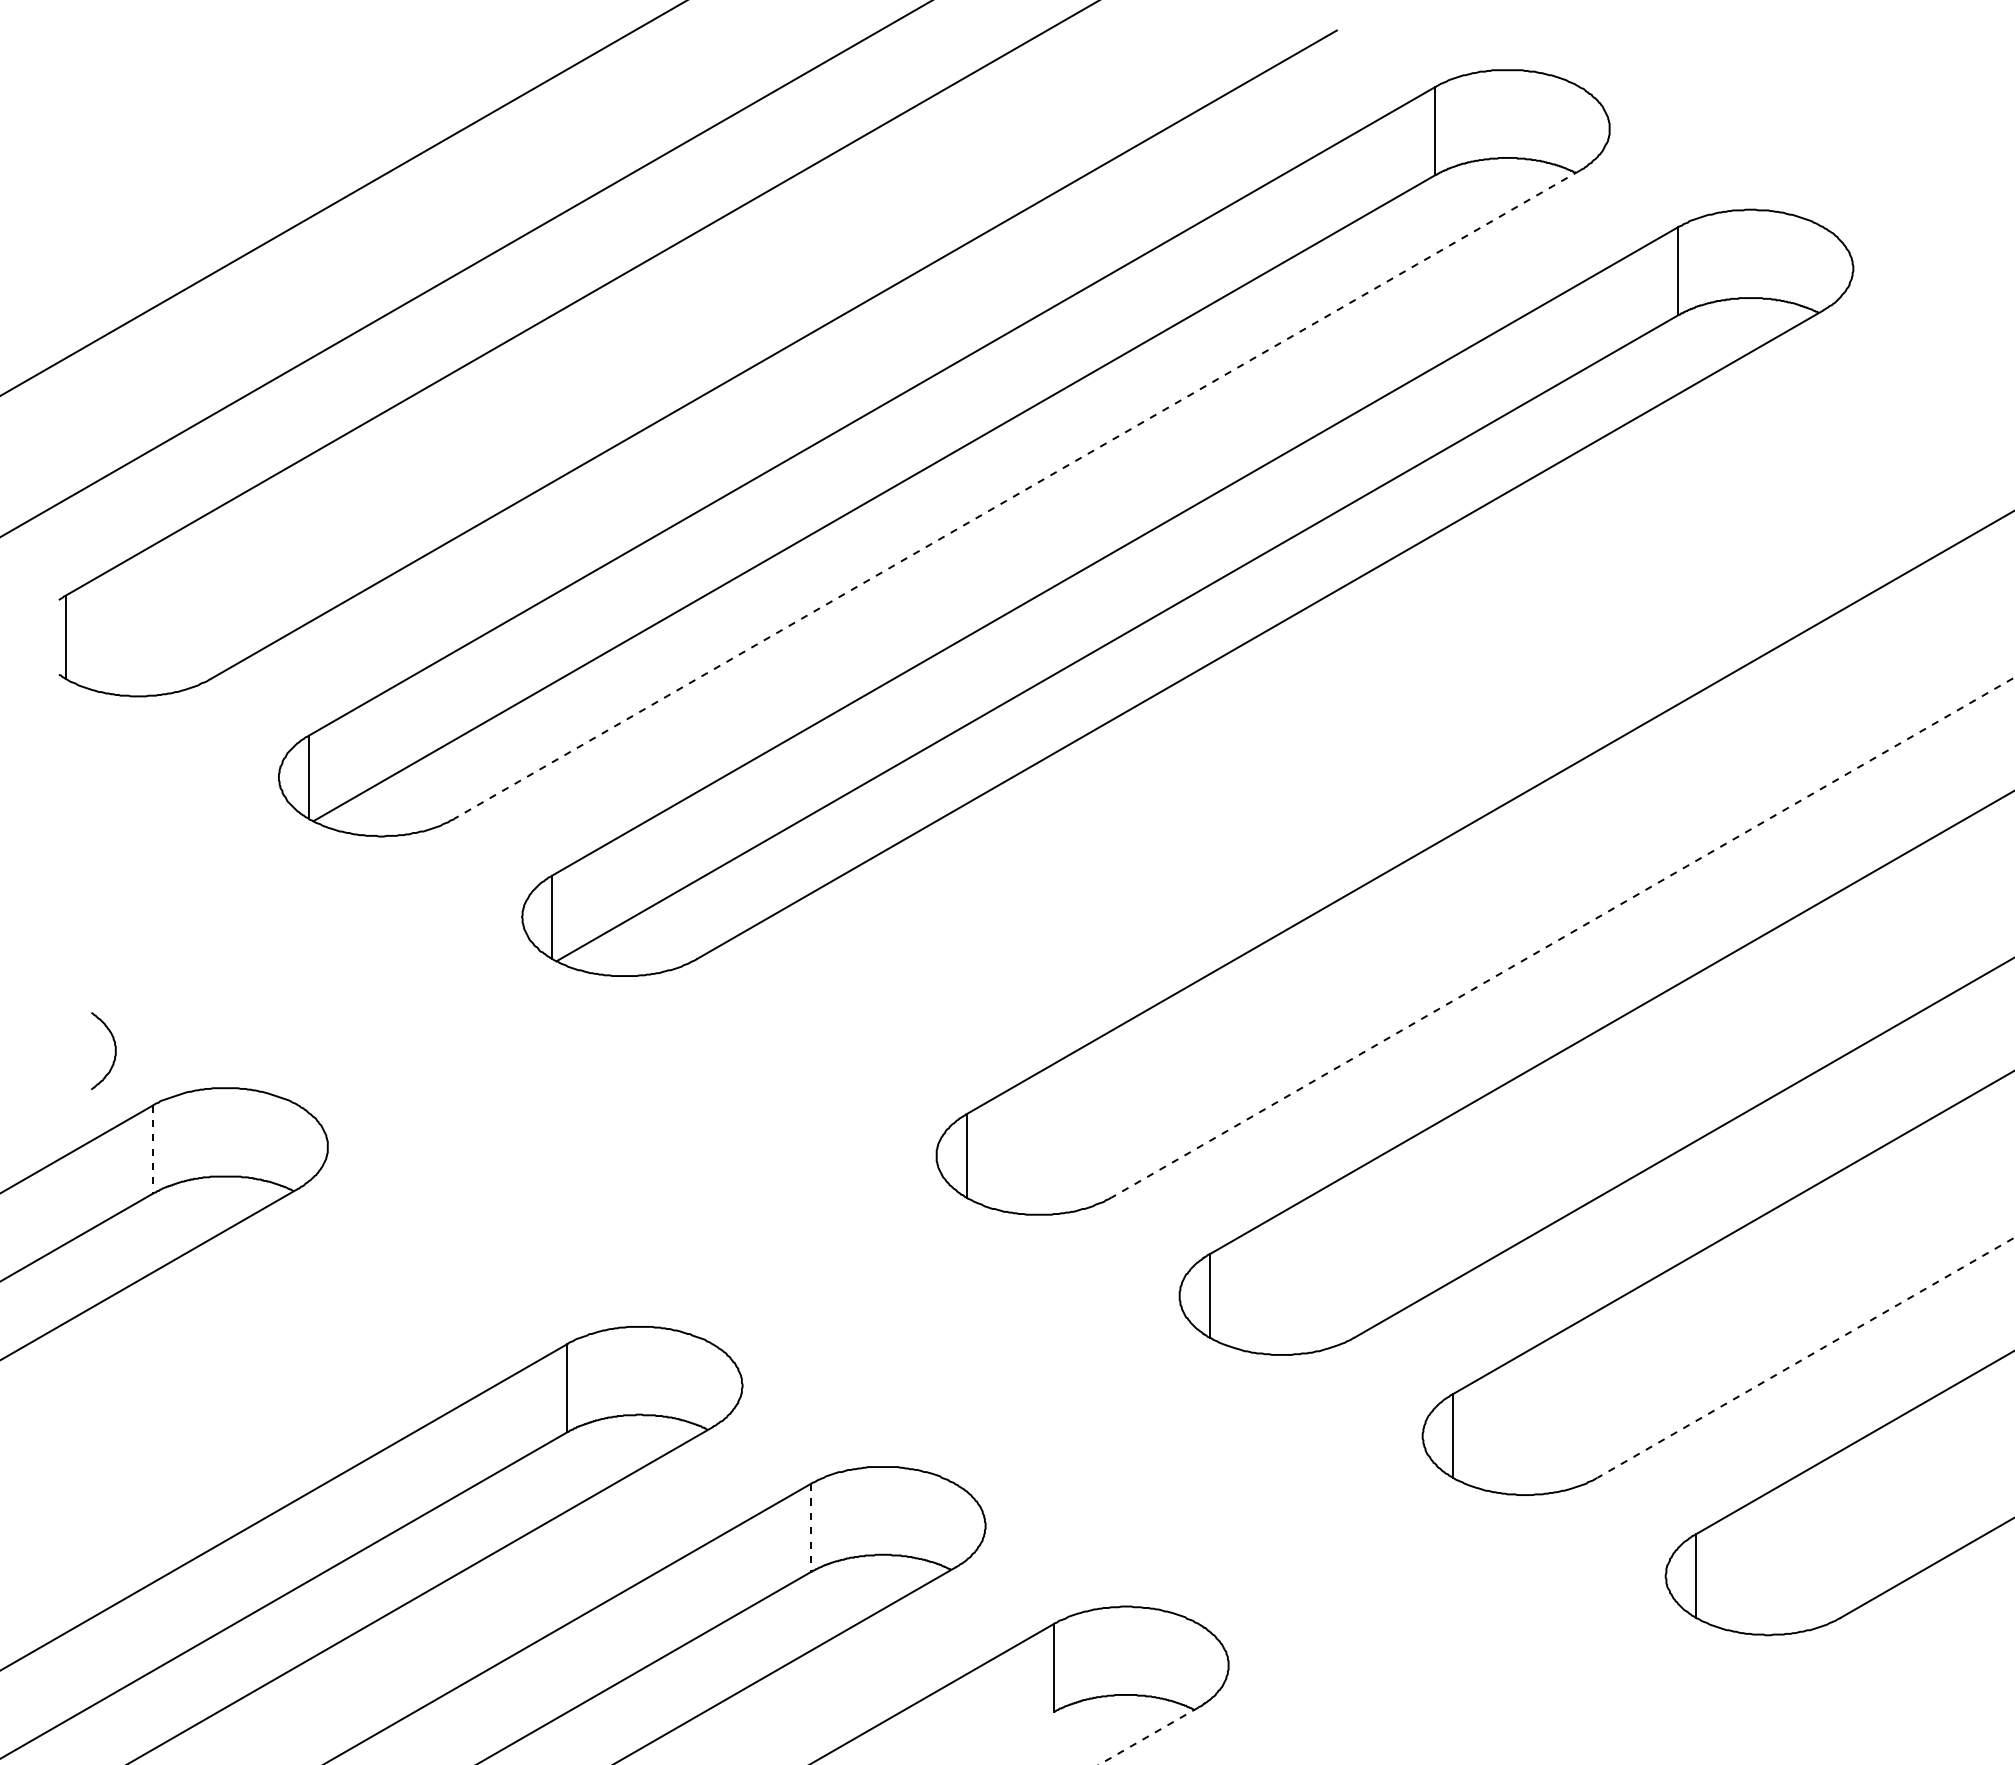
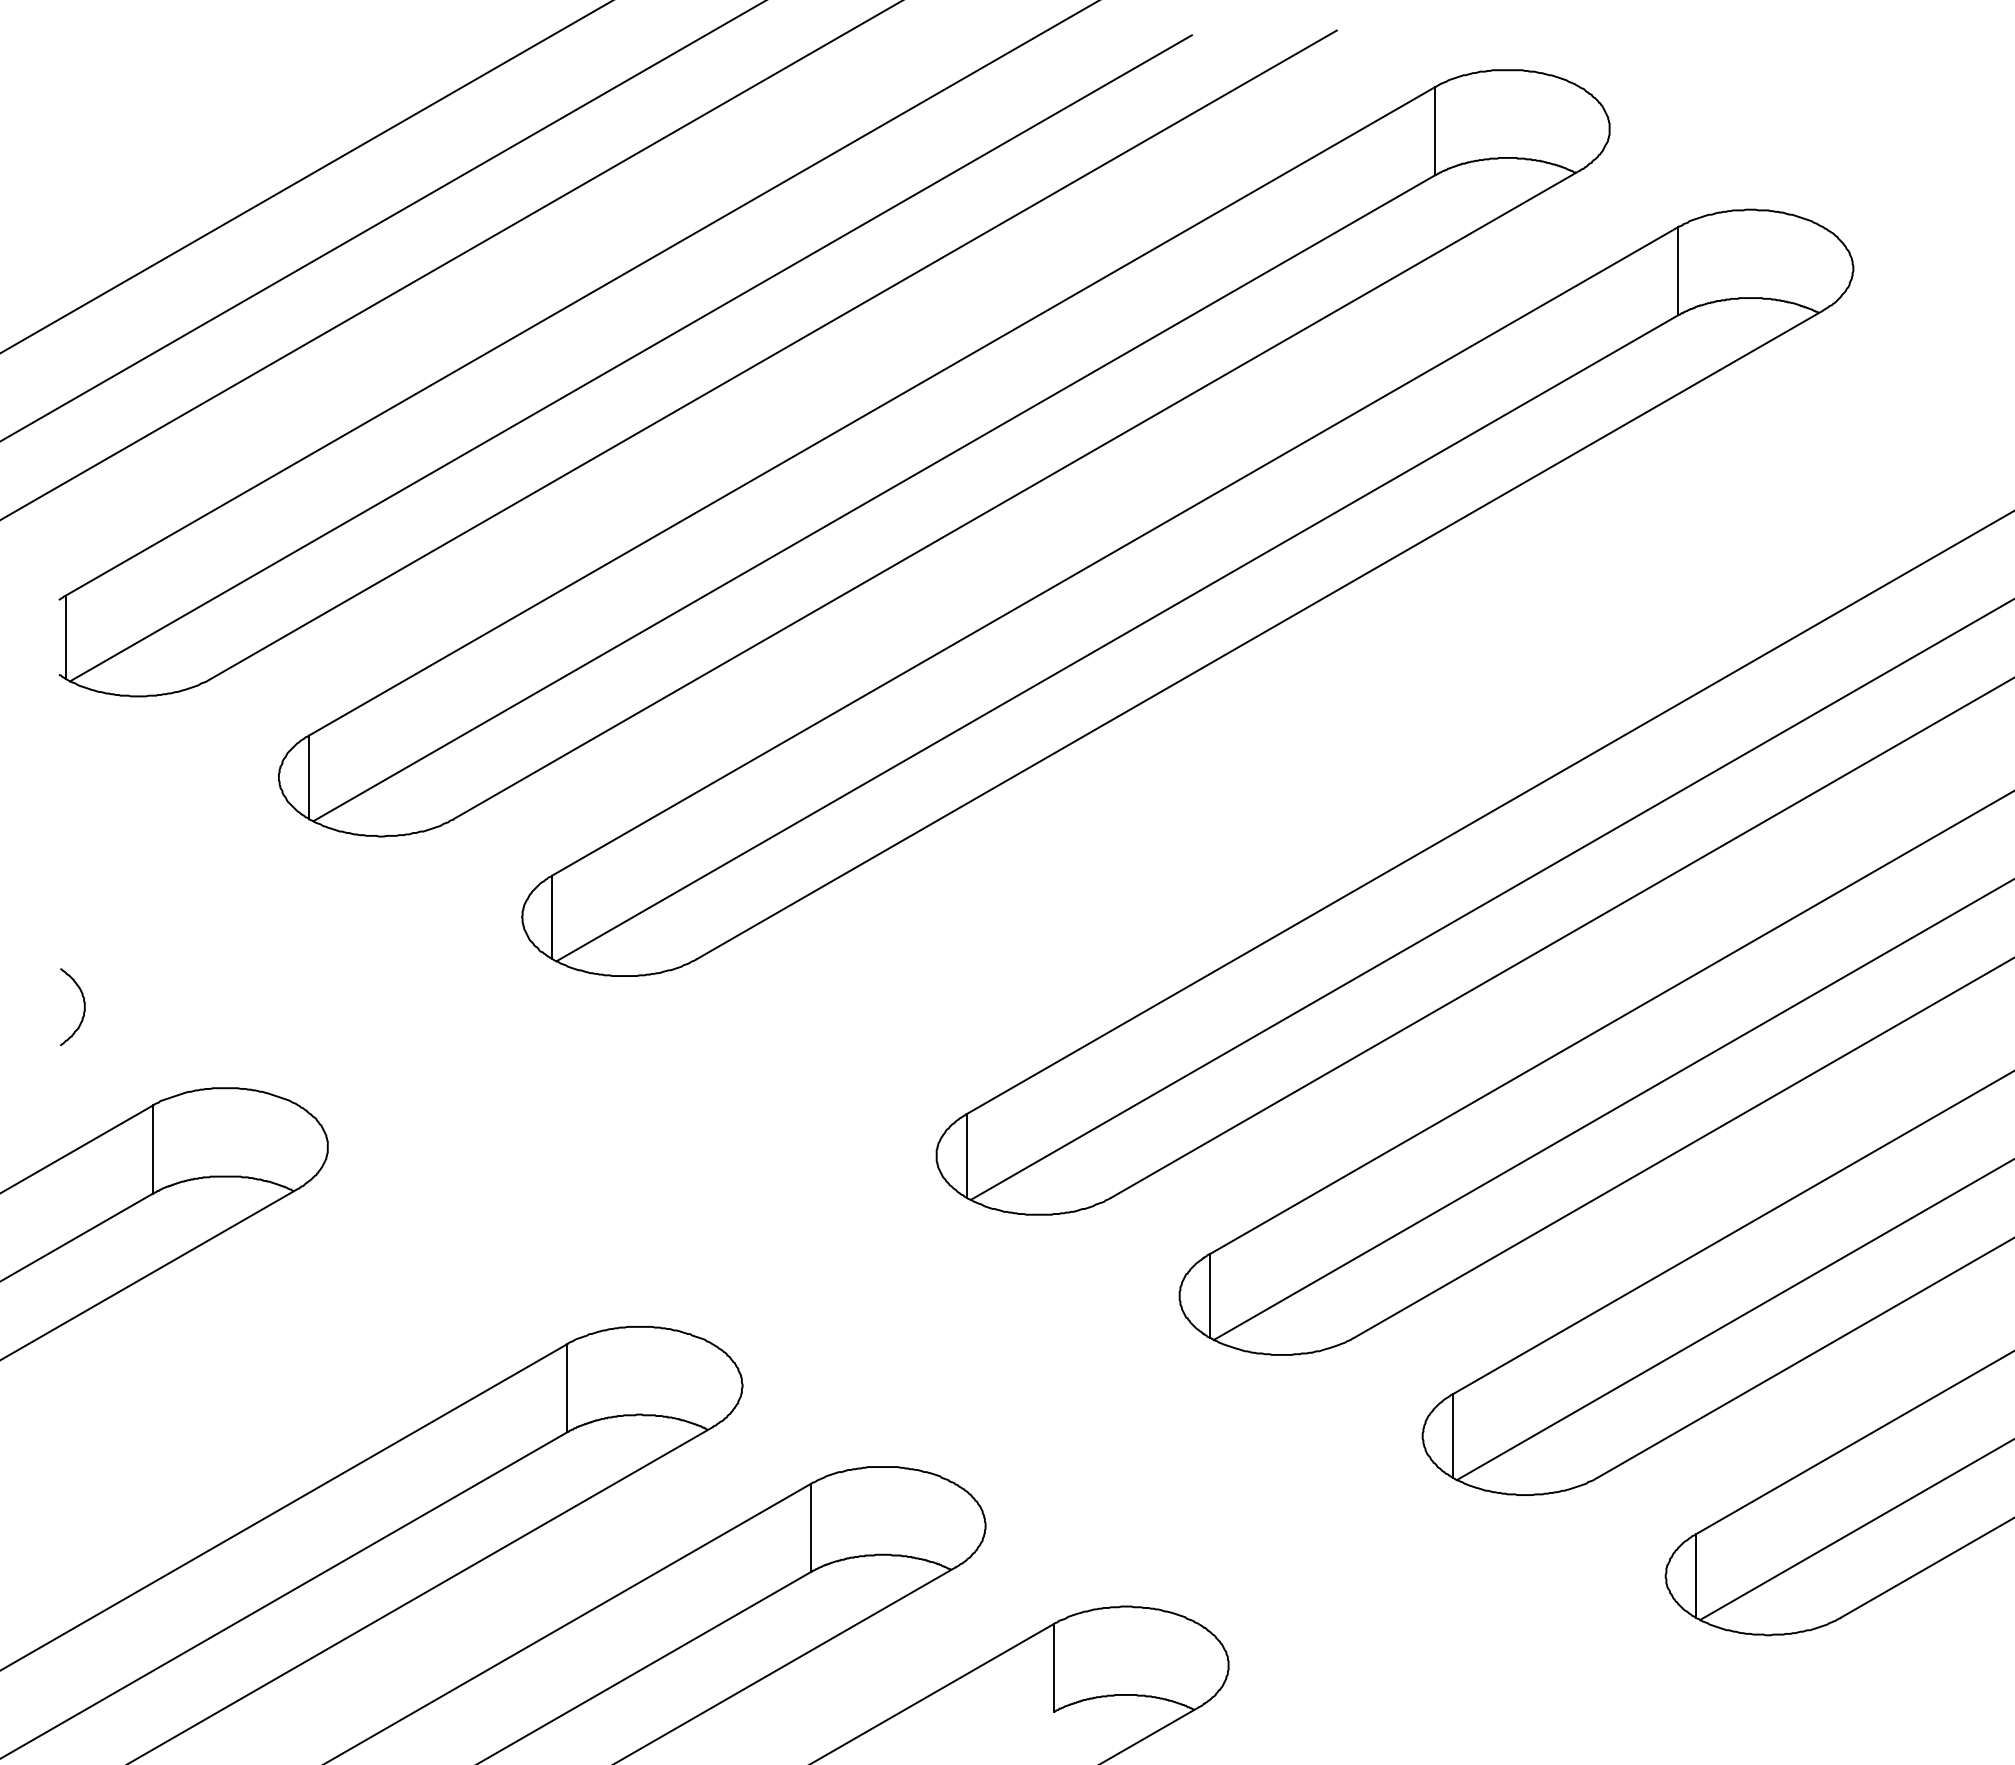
line at (305, 177): none -> present
line at (343, 198) position: (343, 198) -> (382, 221)
line at (465, 268) position: (465, 268) -> (450, 260)
line at (630, 358): none -> present
line at (1016, 494): dashed -> solid
line at (1490, 899): none -> present
line at (1562, 937): dashed -> solid
curve at (114, 1051) position: (114, 1051) -> (83, 1007)
line at (1612, 1109): none -> present
line at (153, 1149): dashed -> solid
line at (1734, 1320): none -> present
line at (1805, 1358): dashed -> solid
line at (810, 1528): dashed -> solid
line at (1855, 1529): none -> present
line at (1148, 1736): dashed -> solid
